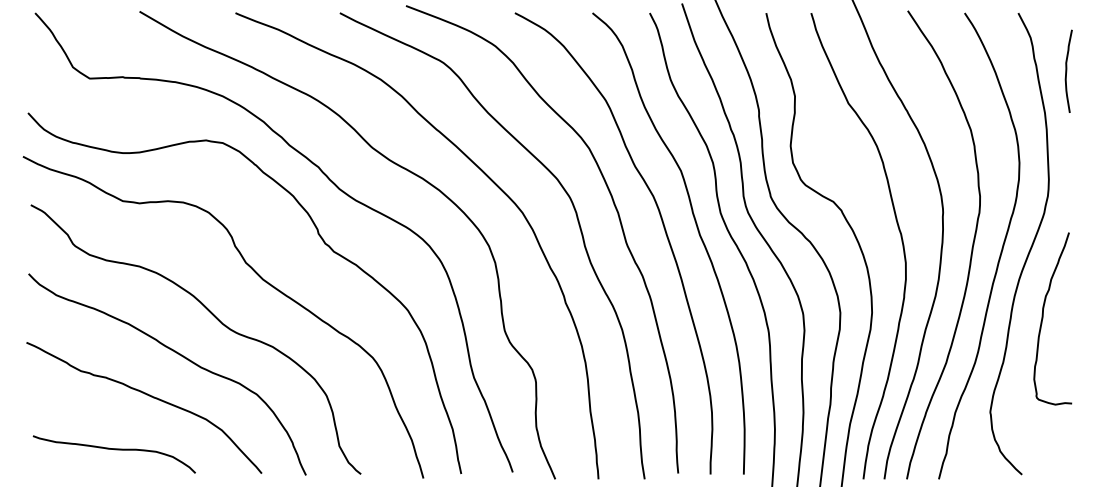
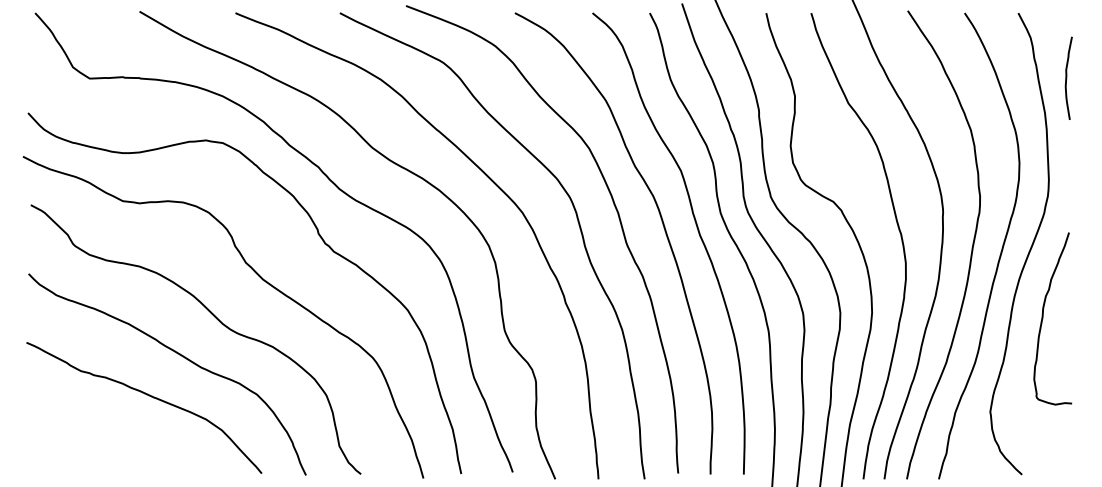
curve at (1067, 70) position: (1067, 70) -> (1067, 77)
curve at (114, 450): present -> none
